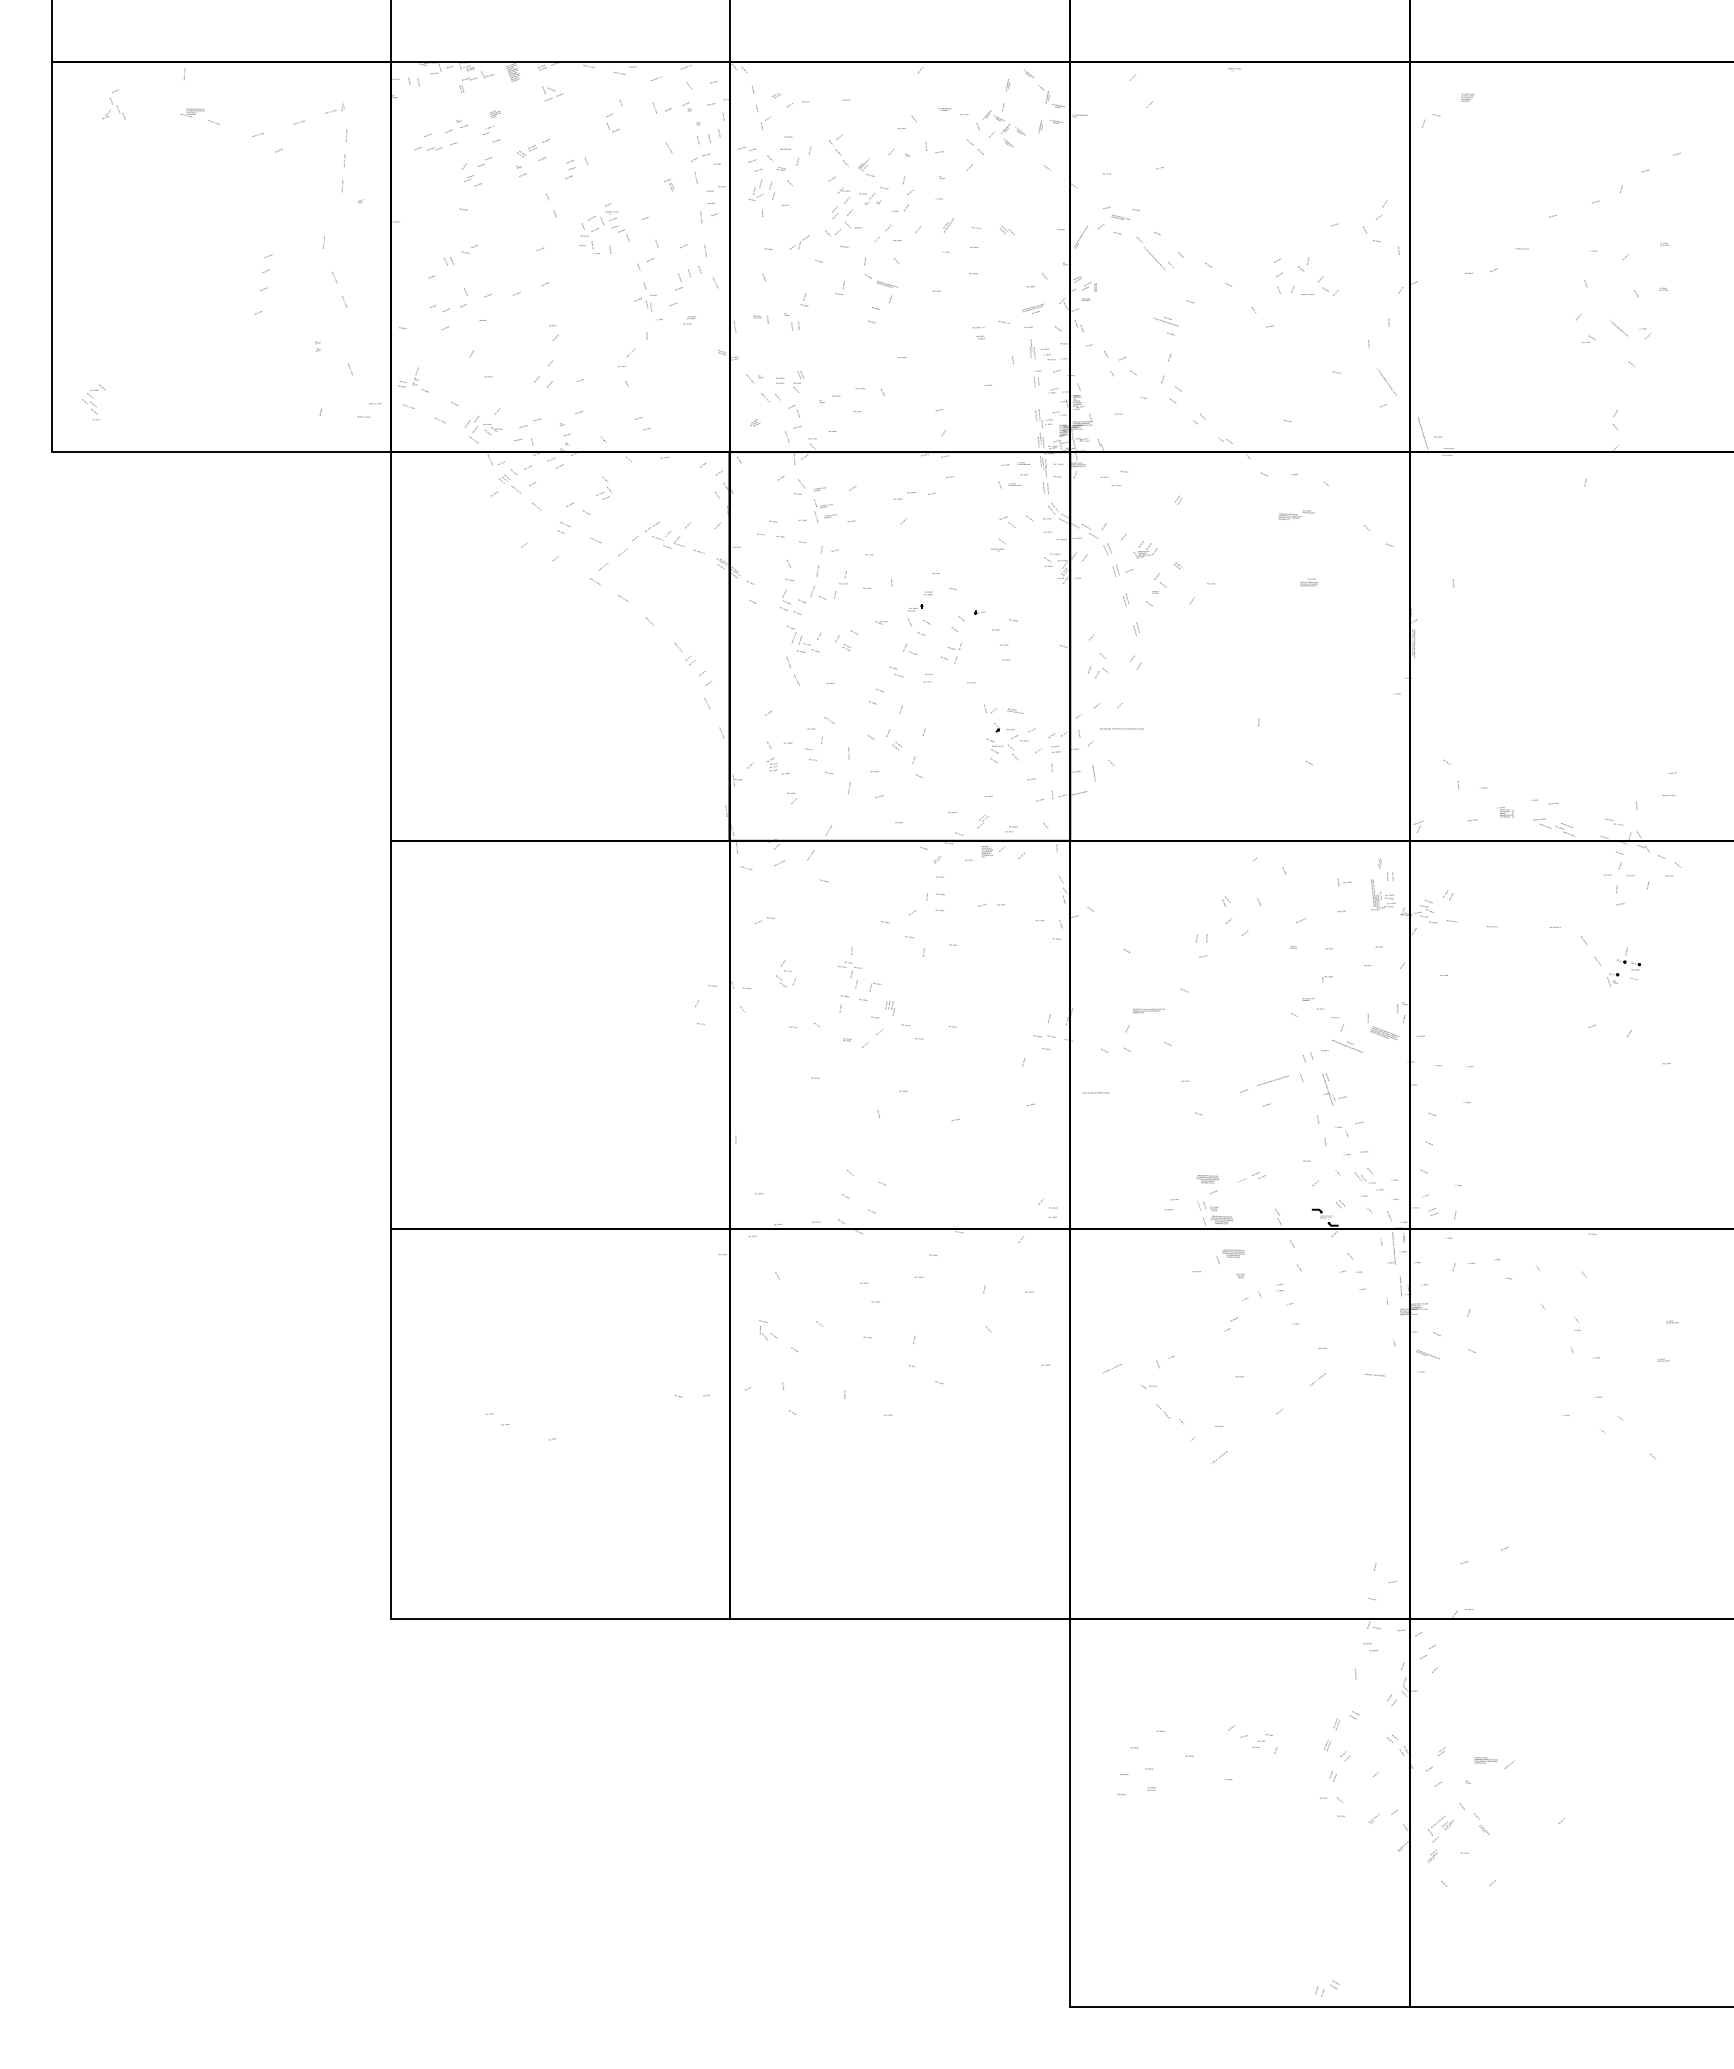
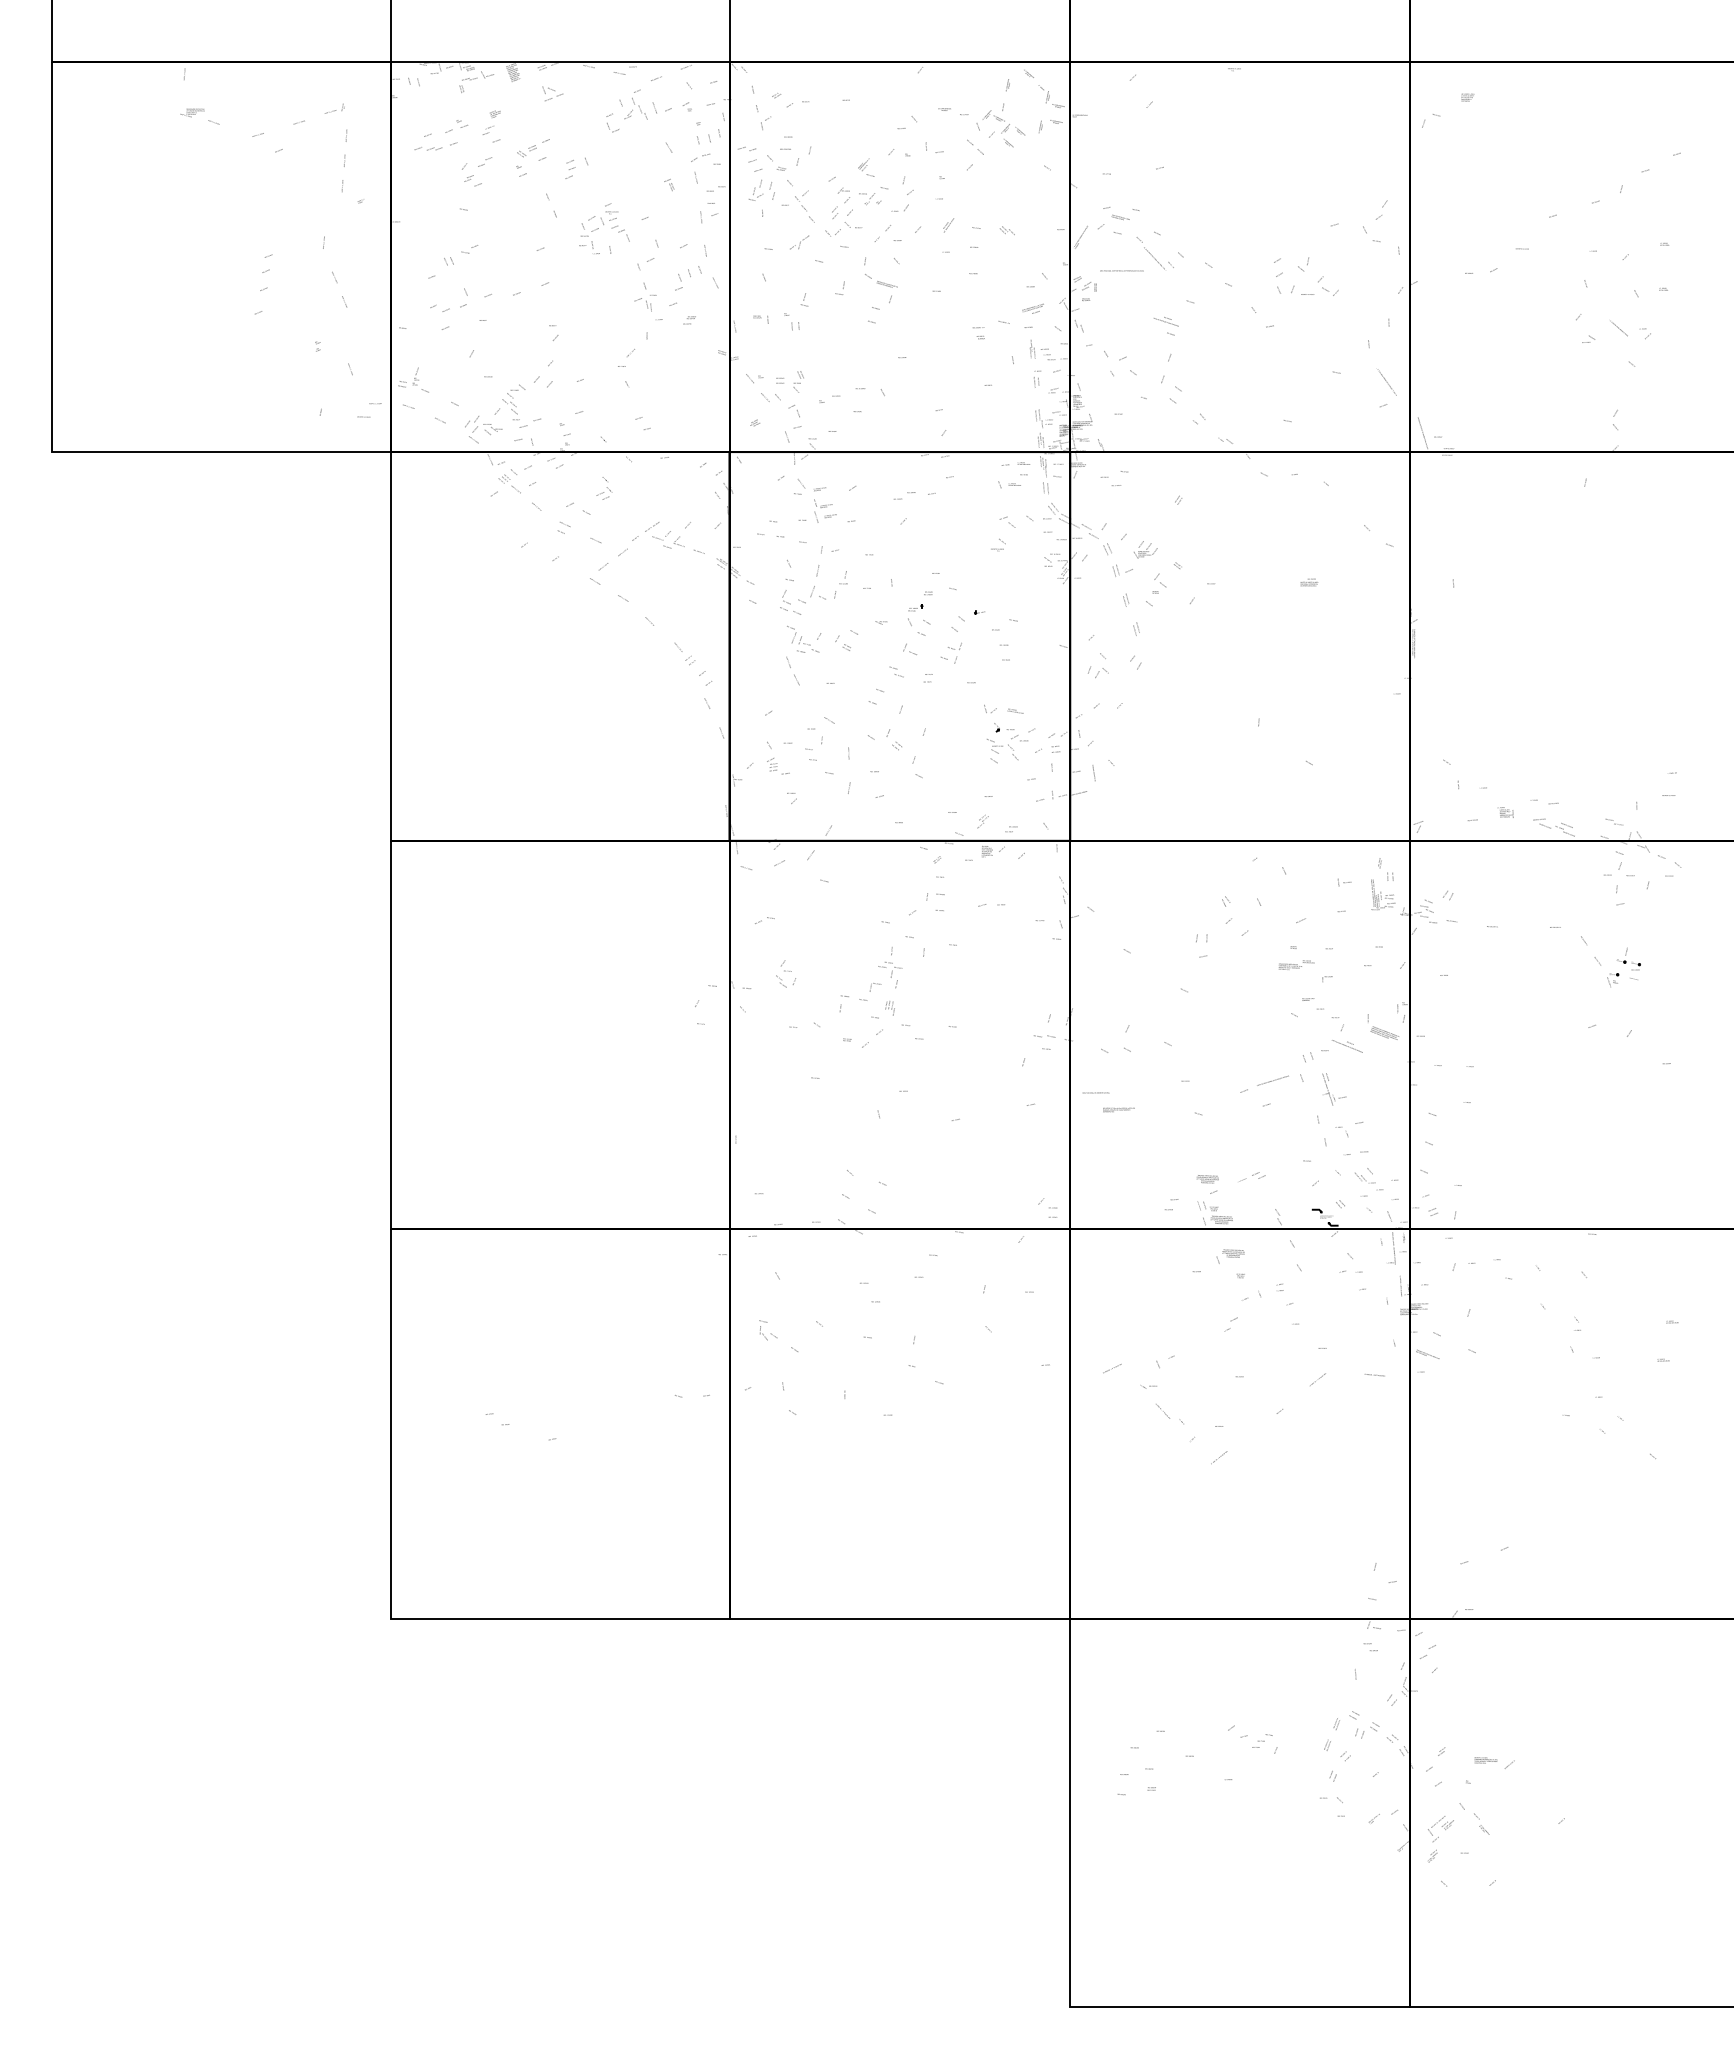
text at (113, 104) position: (113, 104) -> (635, 104)
text at (838, 150) position: (838, 150) -> (804, 206)
text at (93, 402) position: (93, 402) -> (513, 402)
text at (1296, 514) position: (1296, 514) -> (1296, 964)
text at (1121, 728) position: (1121, 728) -> (1121, 270)
text at (850, 967) position: (850, 967) -> (890, 967)
text at (1148, 1010) position: (1148, 1010) -> (1118, 1109)
text at (1327, 1988) position: (1327, 1988) -> (1367, 1730)
